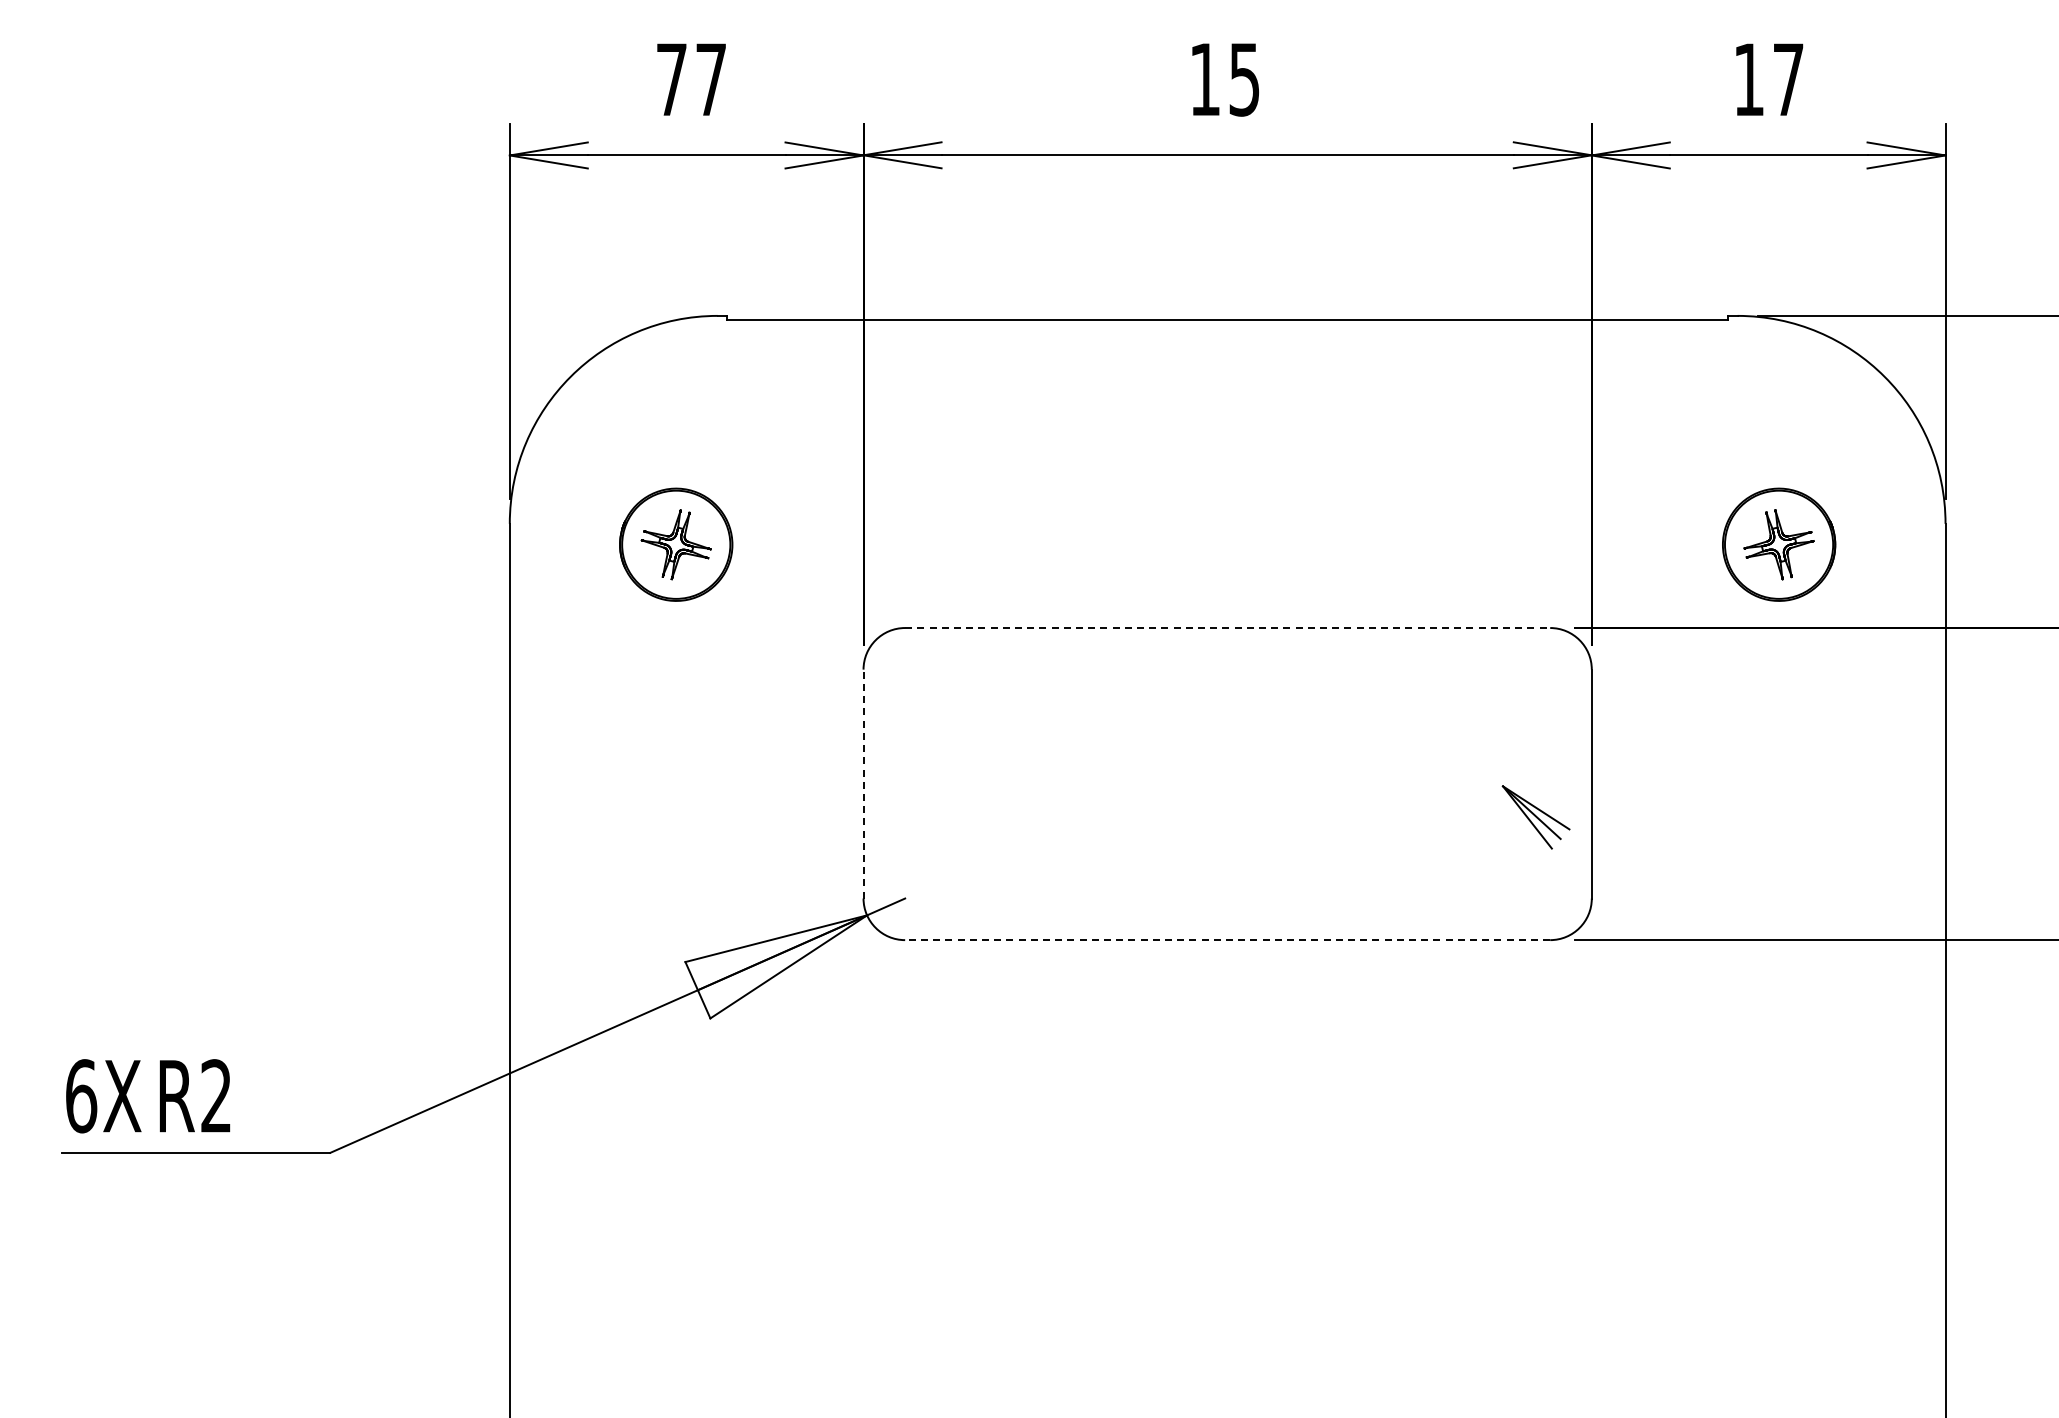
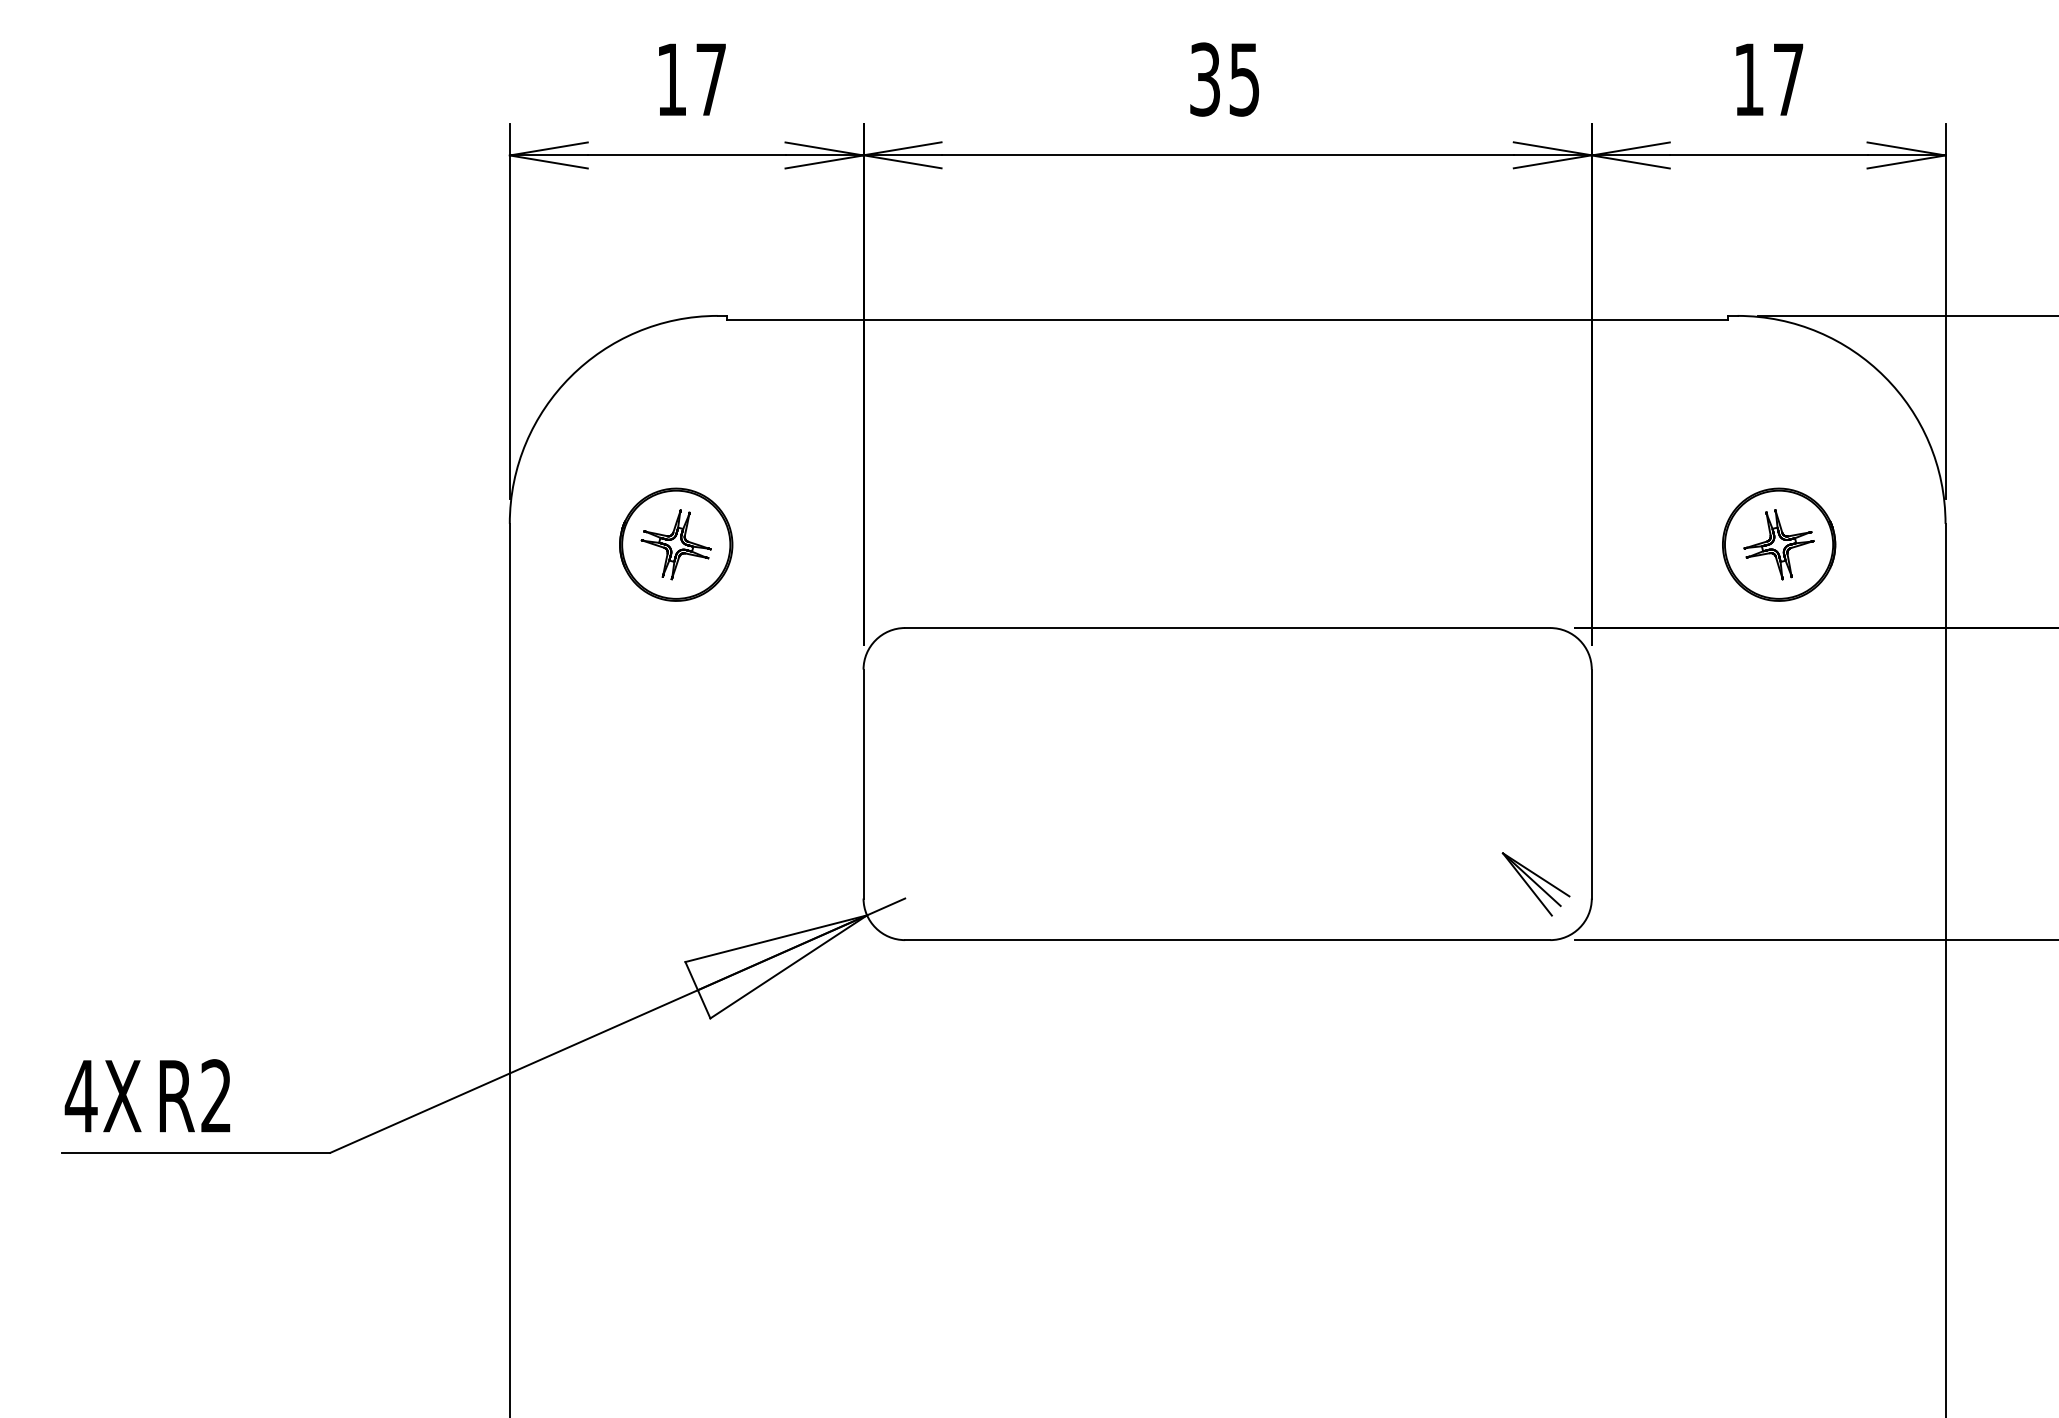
text at (671, 79): 77 -> 17
text at (1204, 79): 15 -> 35
line at (1227, 628): dashed -> solid
line at (863, 783): dashed -> solid
part at (1535, 817) position: (1535, 817) -> (1535, 884)
line at (1227, 940): dashed -> solid
text at (80, 1096): 6X -> 4X
